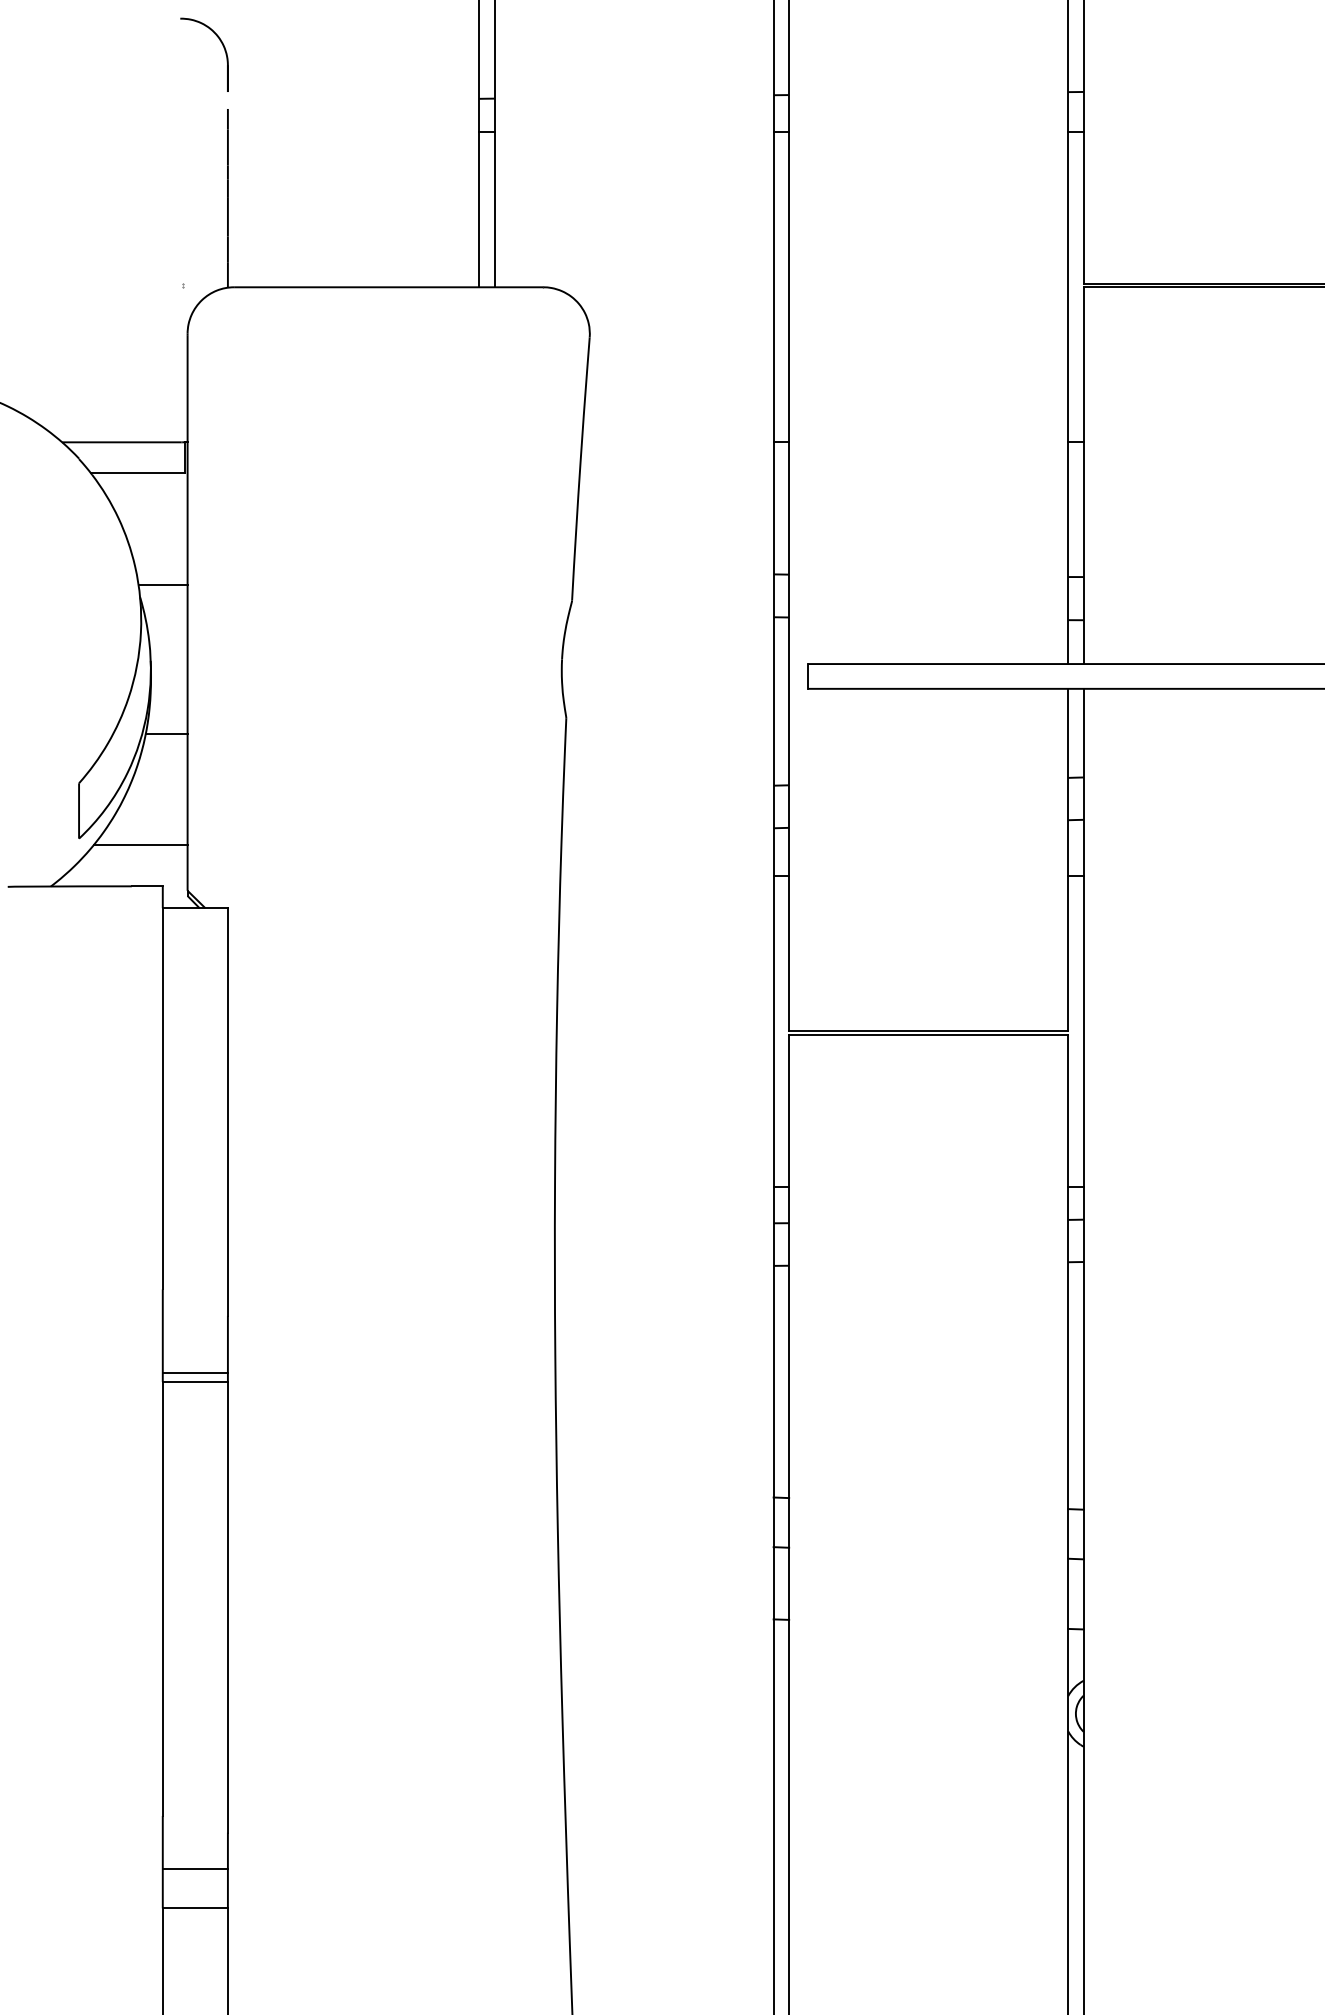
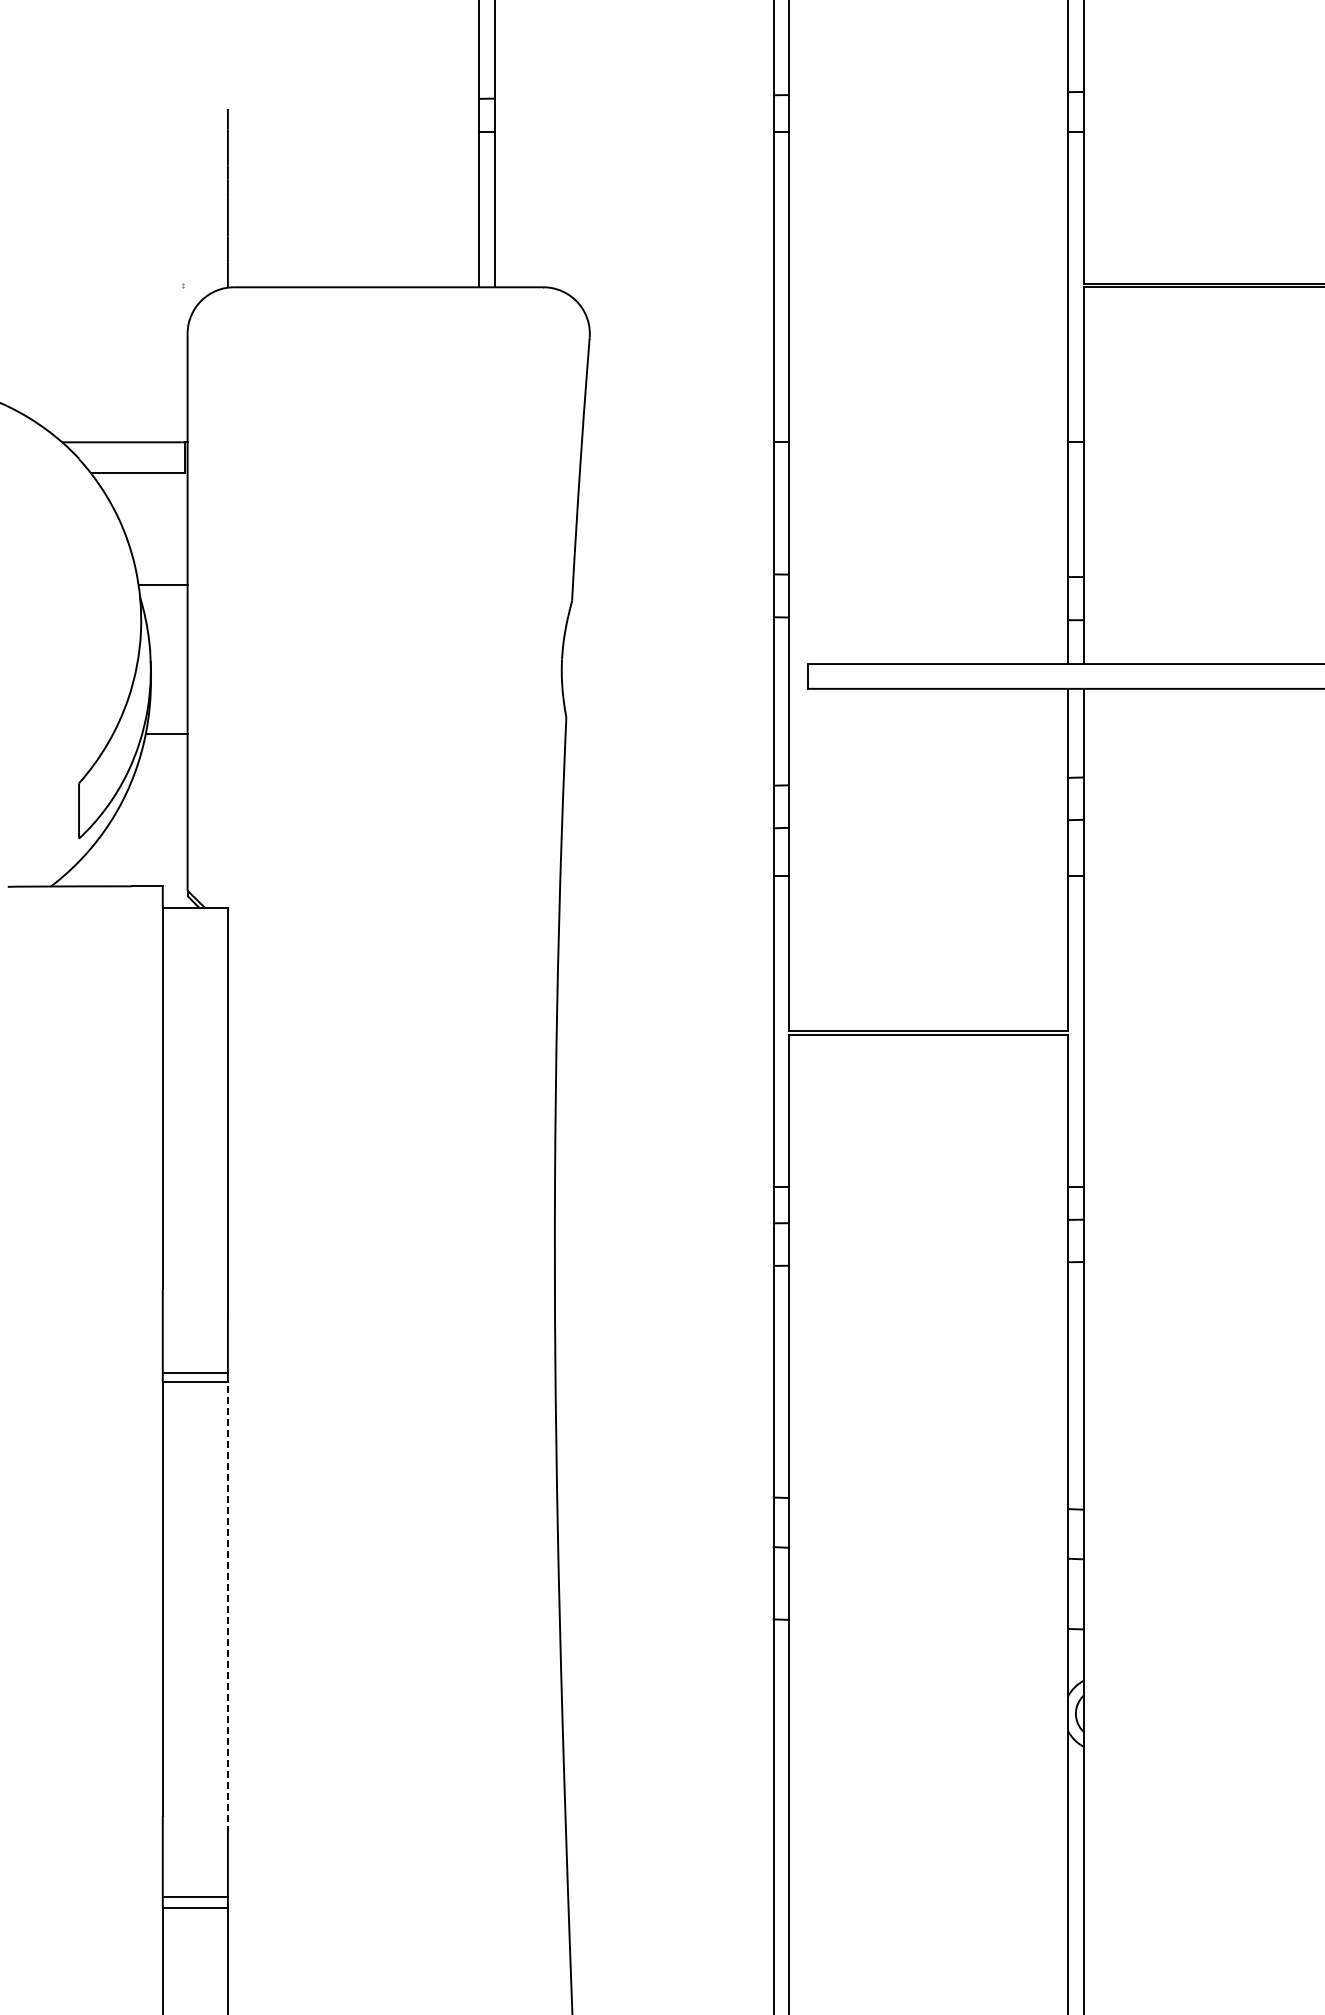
part at (223, 48): present -> none
line at (140, 845): present -> none
line at (227, 1606): solid -> dashed
line at (194, 1868) position: (194, 1868) -> (194, 1896)
